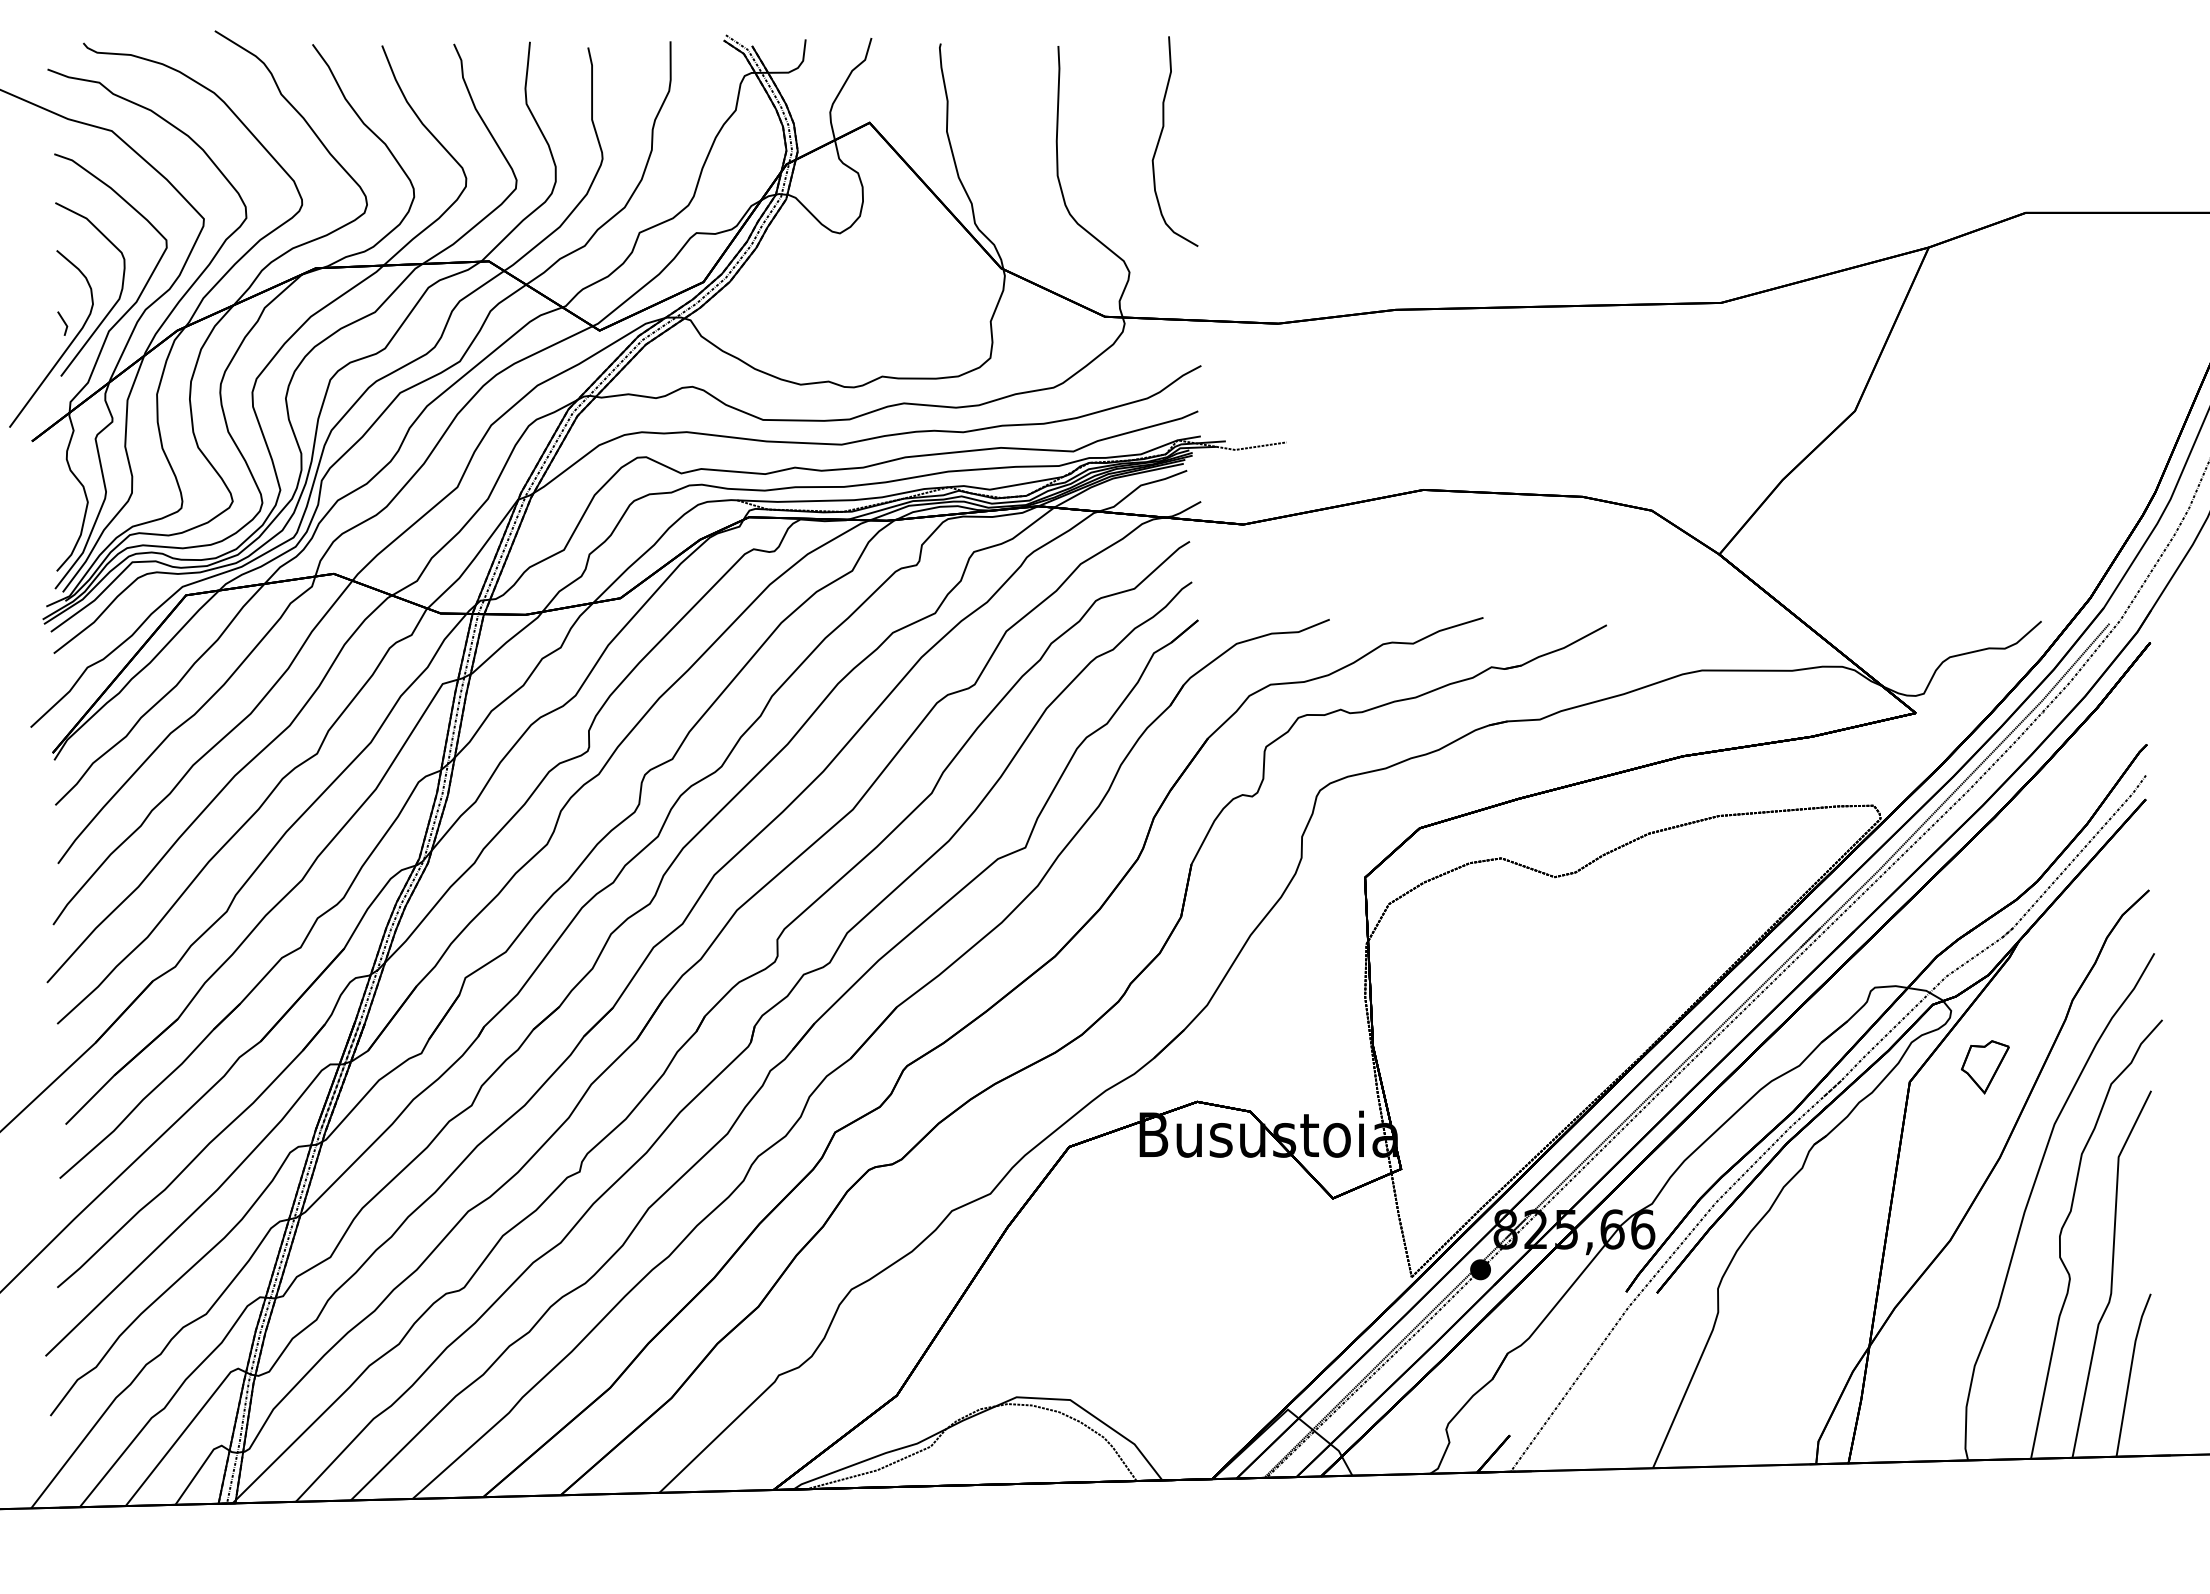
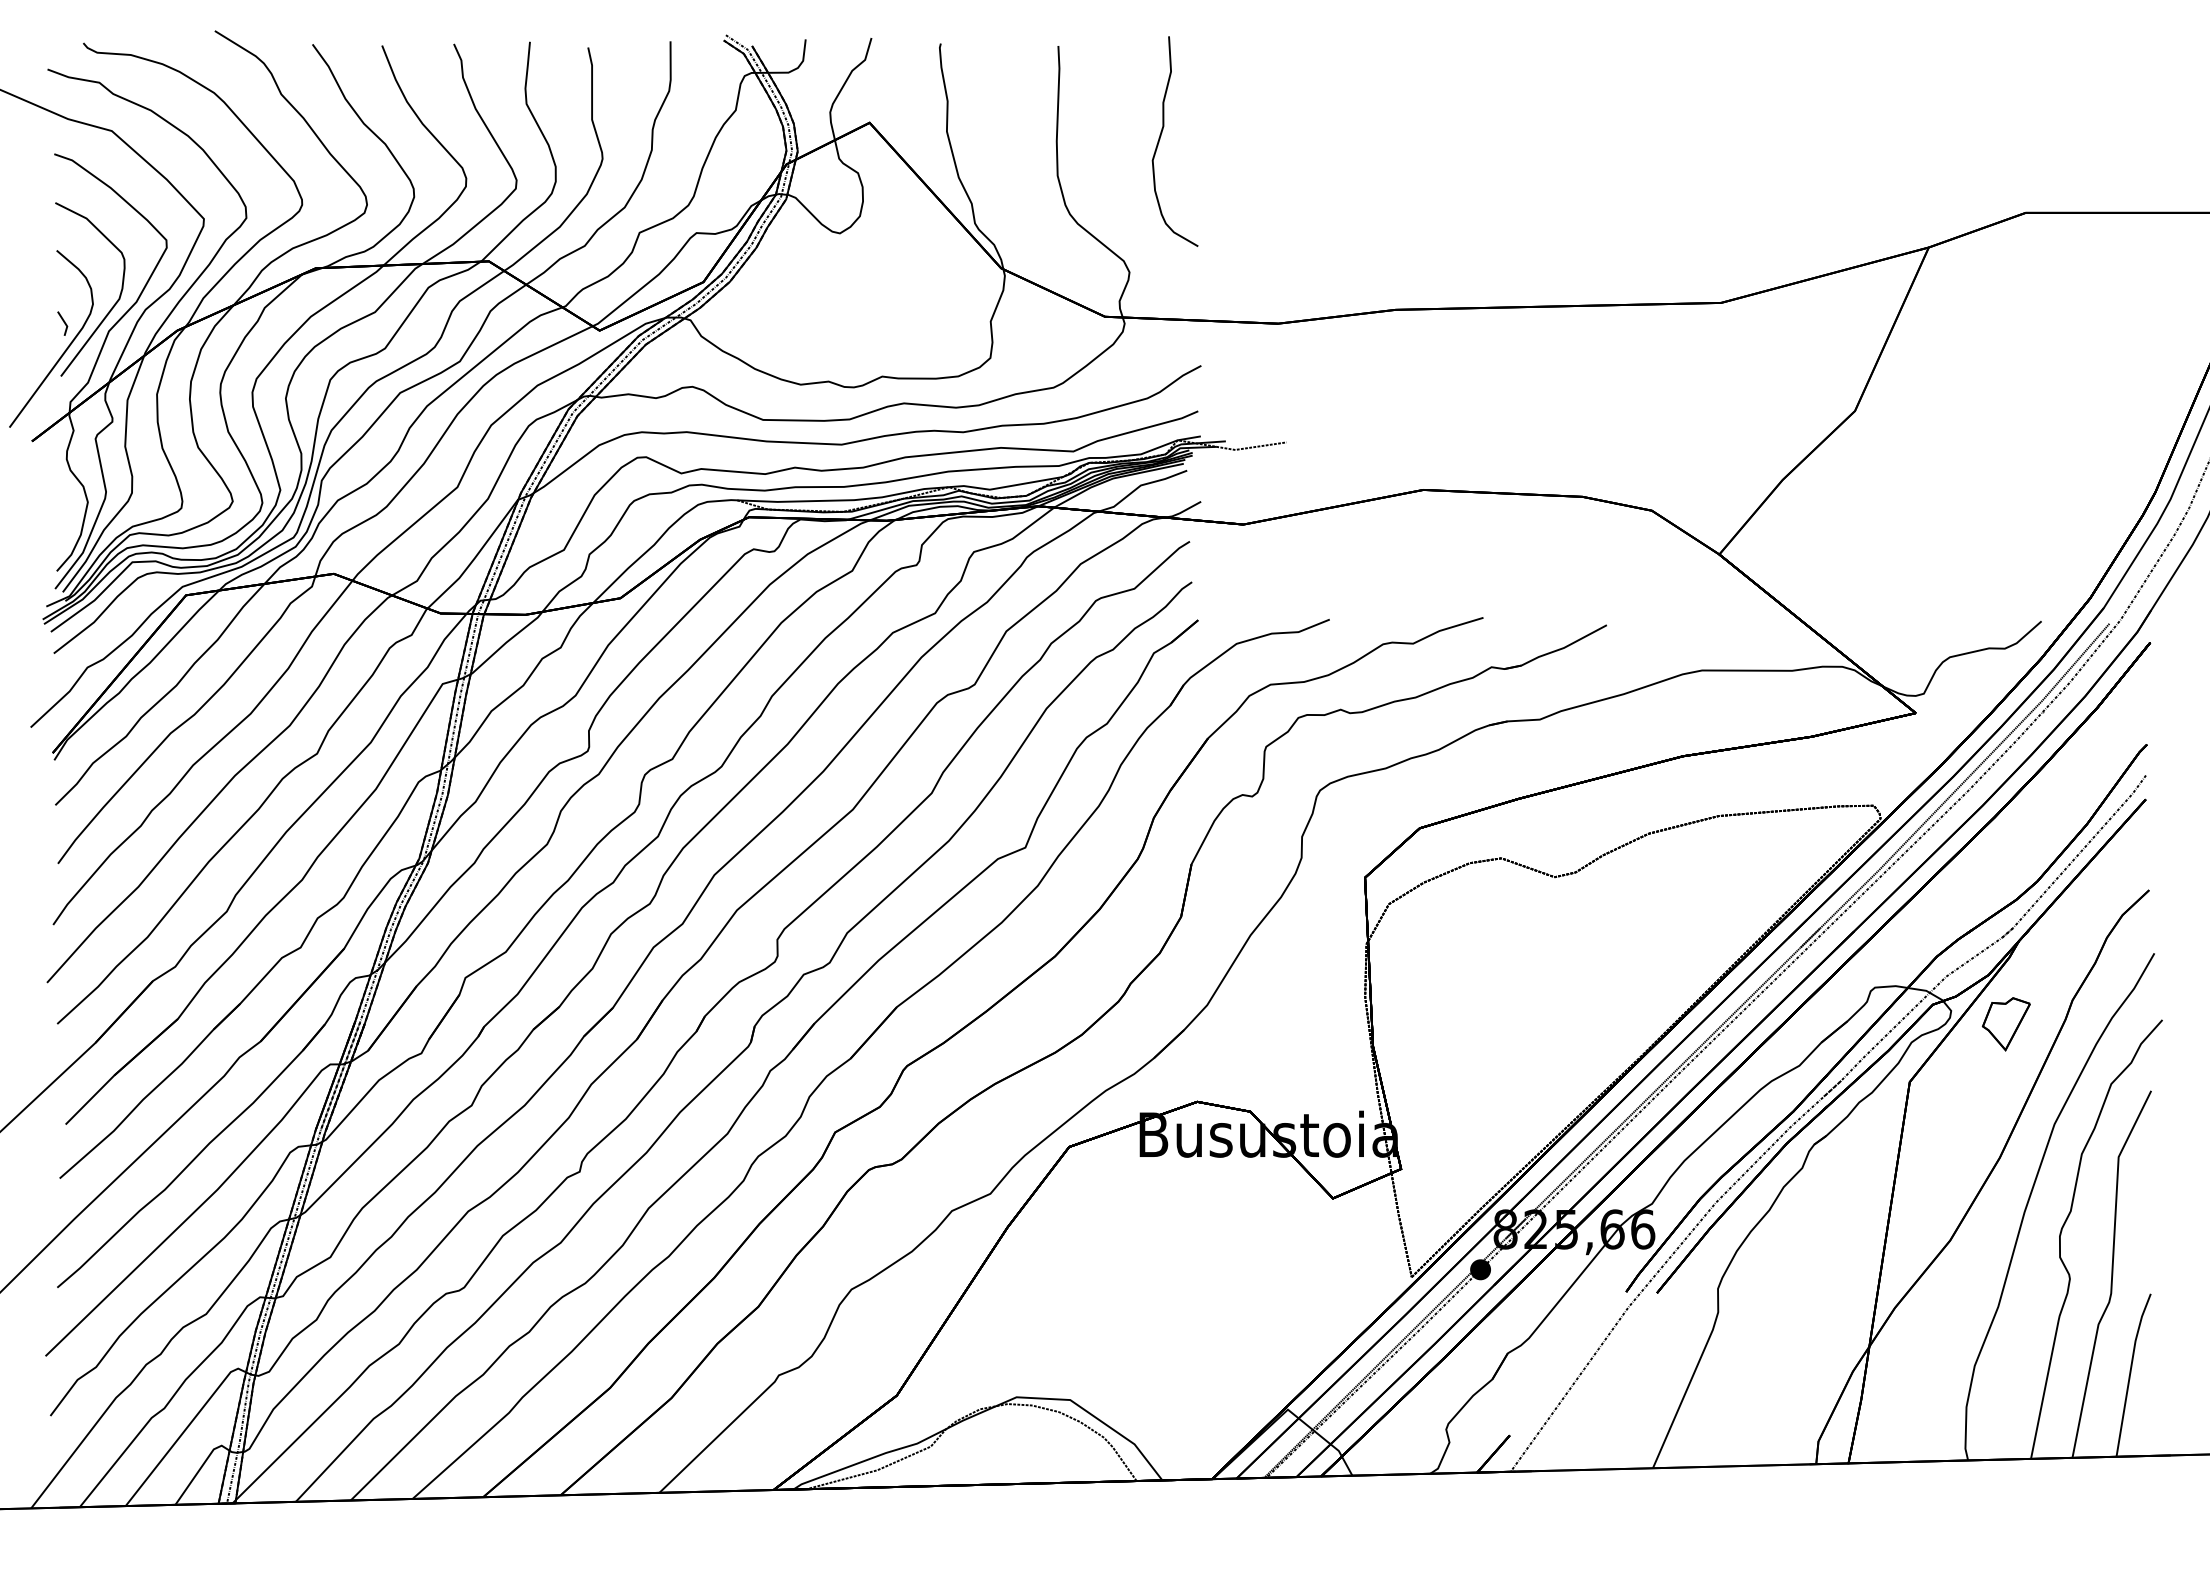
part at (1984, 1067) position: (1984, 1067) -> (2005, 1024)
